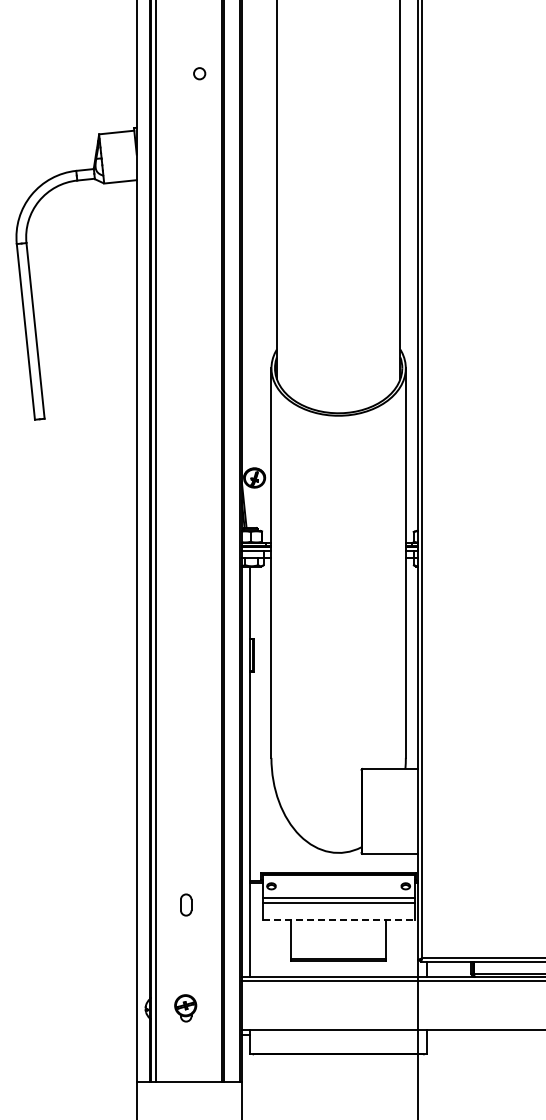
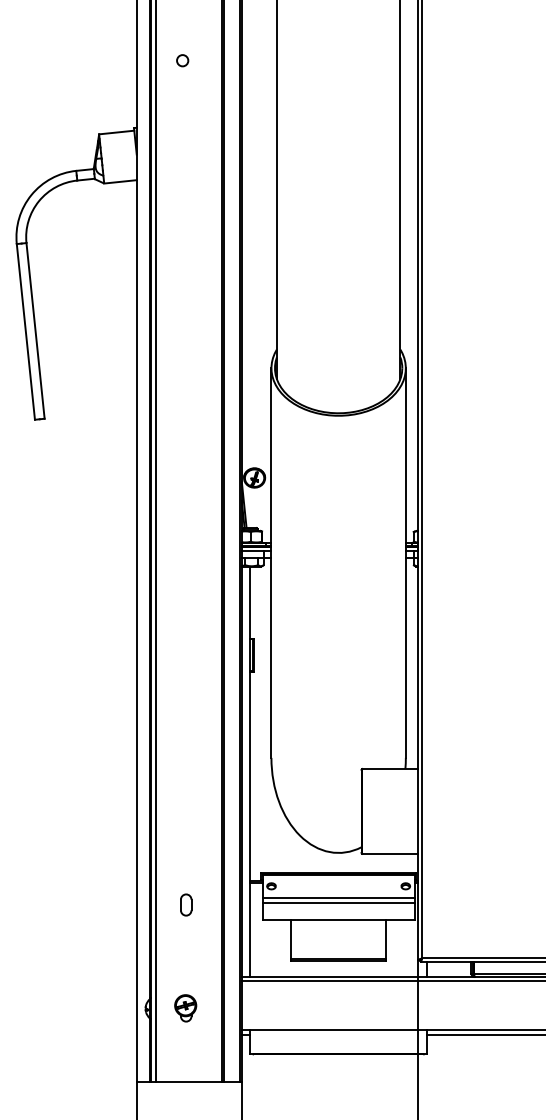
circle at (199, 73) position: (199, 73) -> (182, 60)
line at (338, 920): dashed -> solid
line at (484, 1035): none -> present
